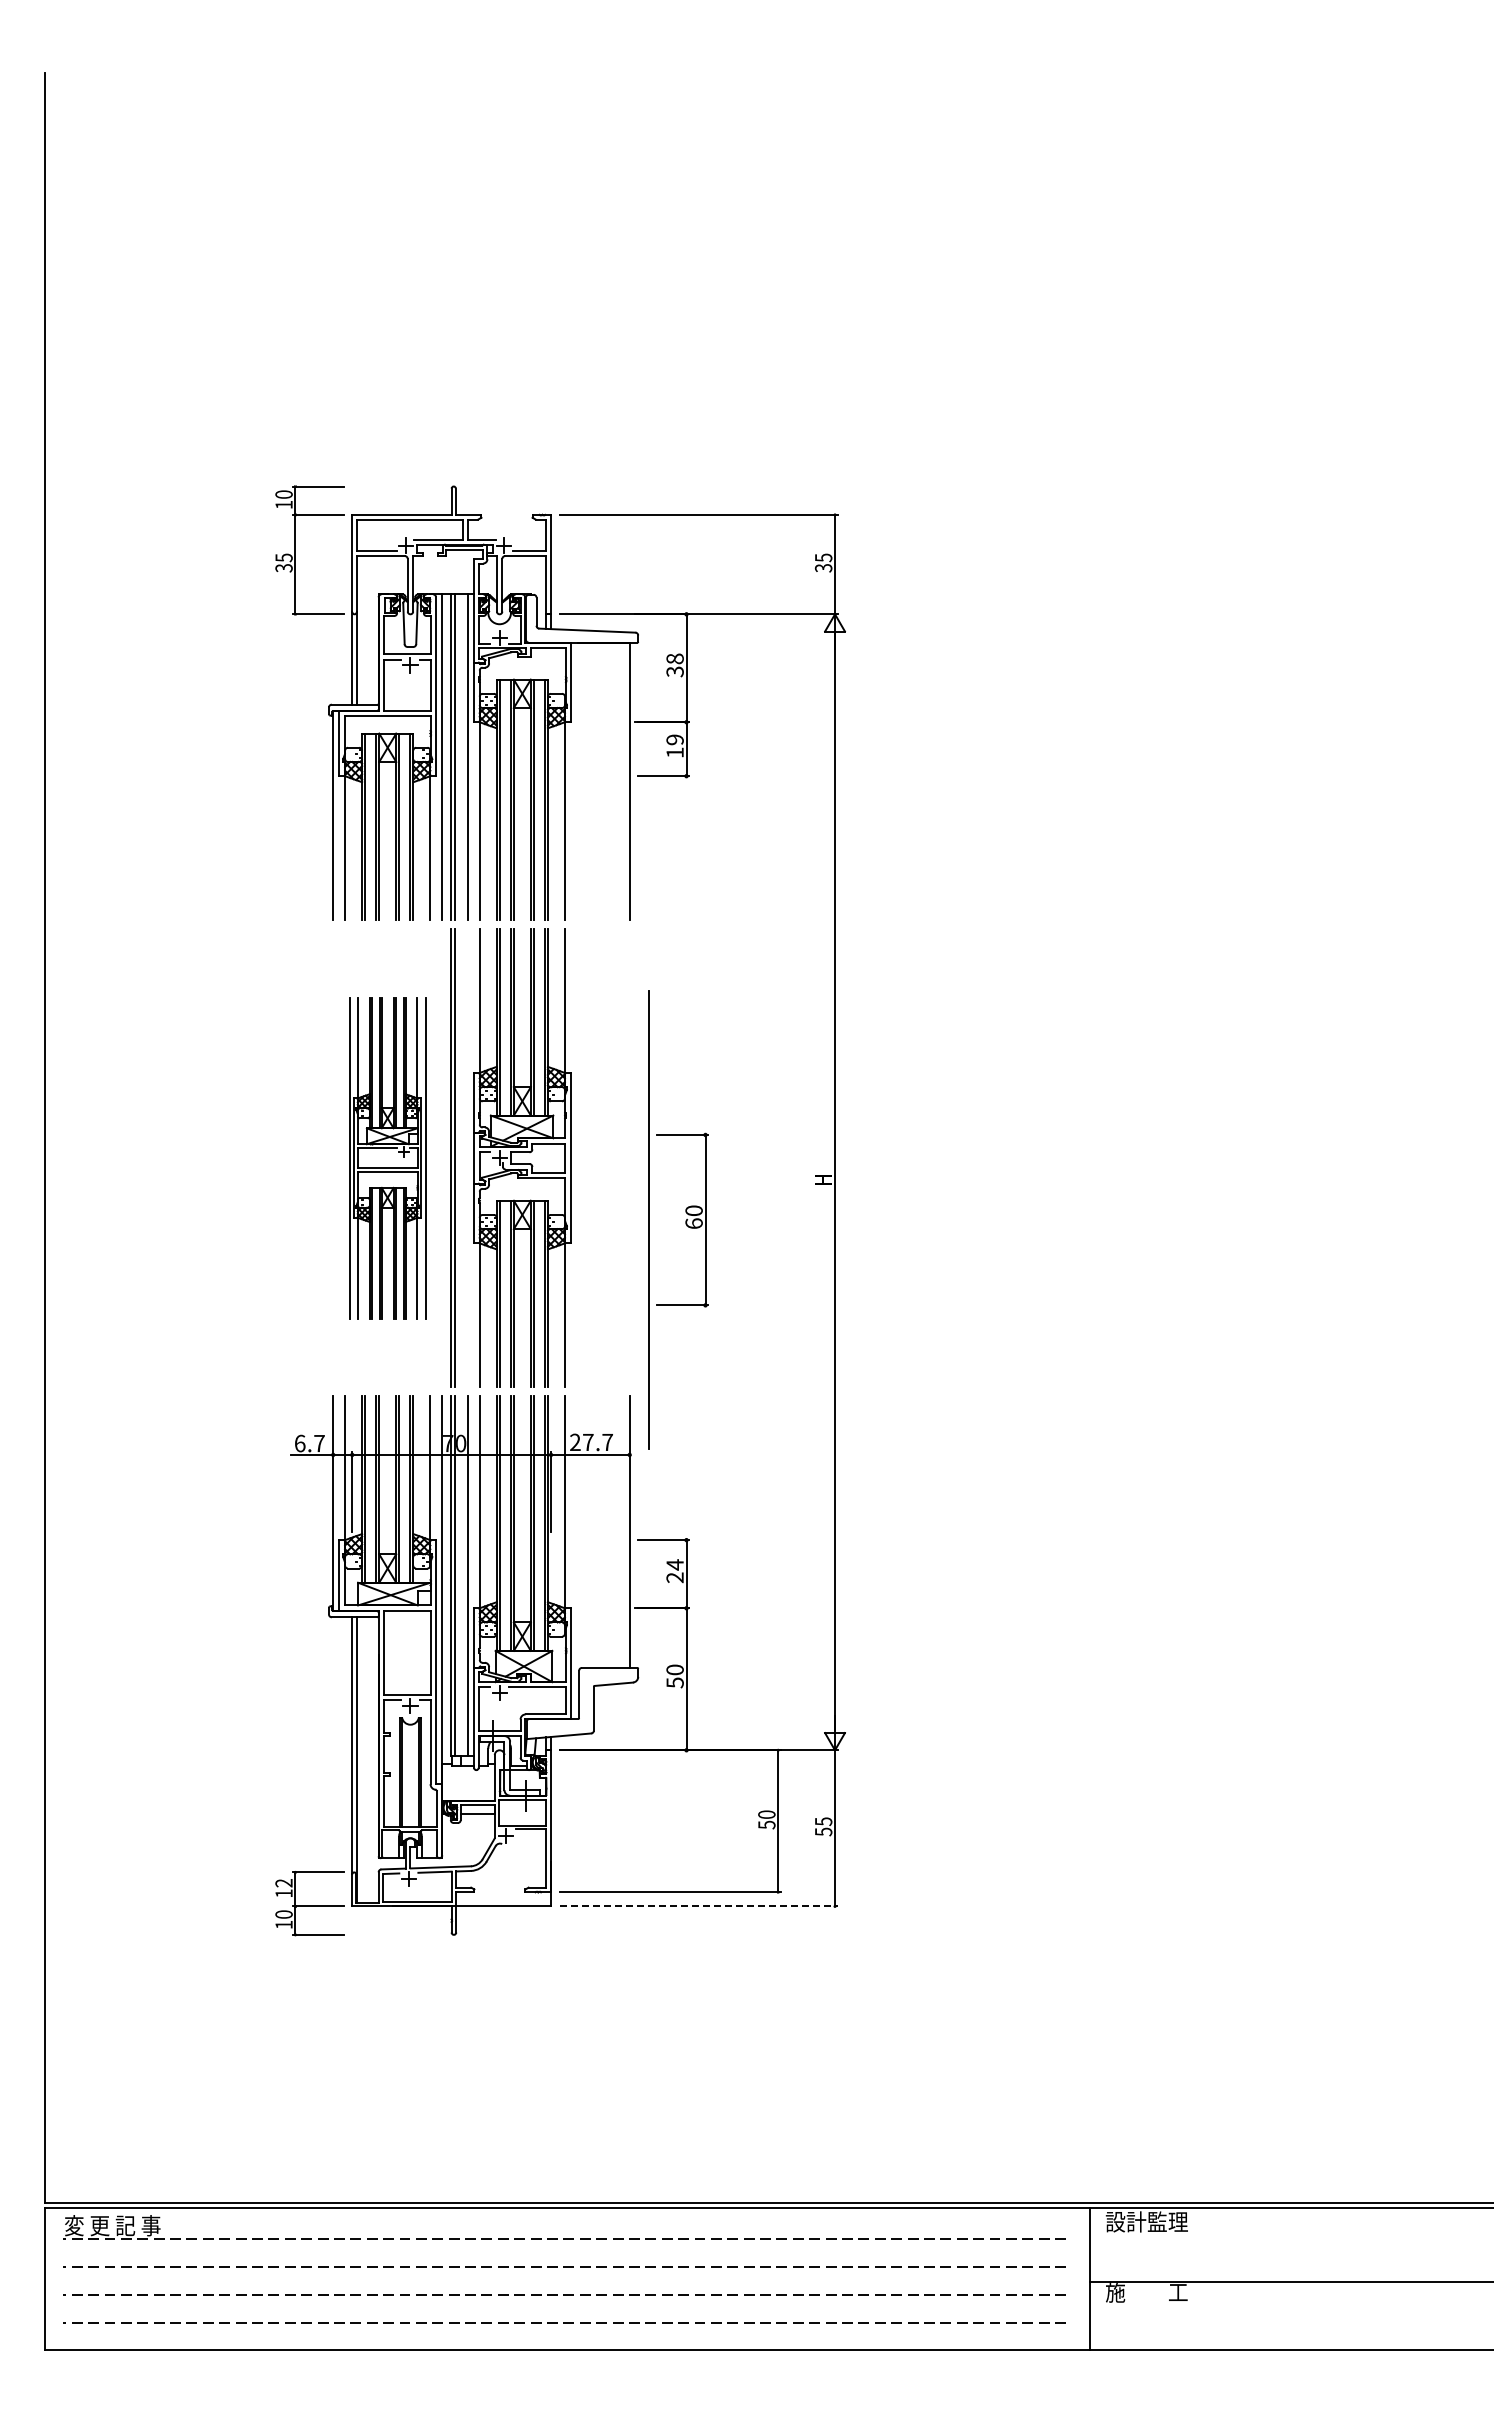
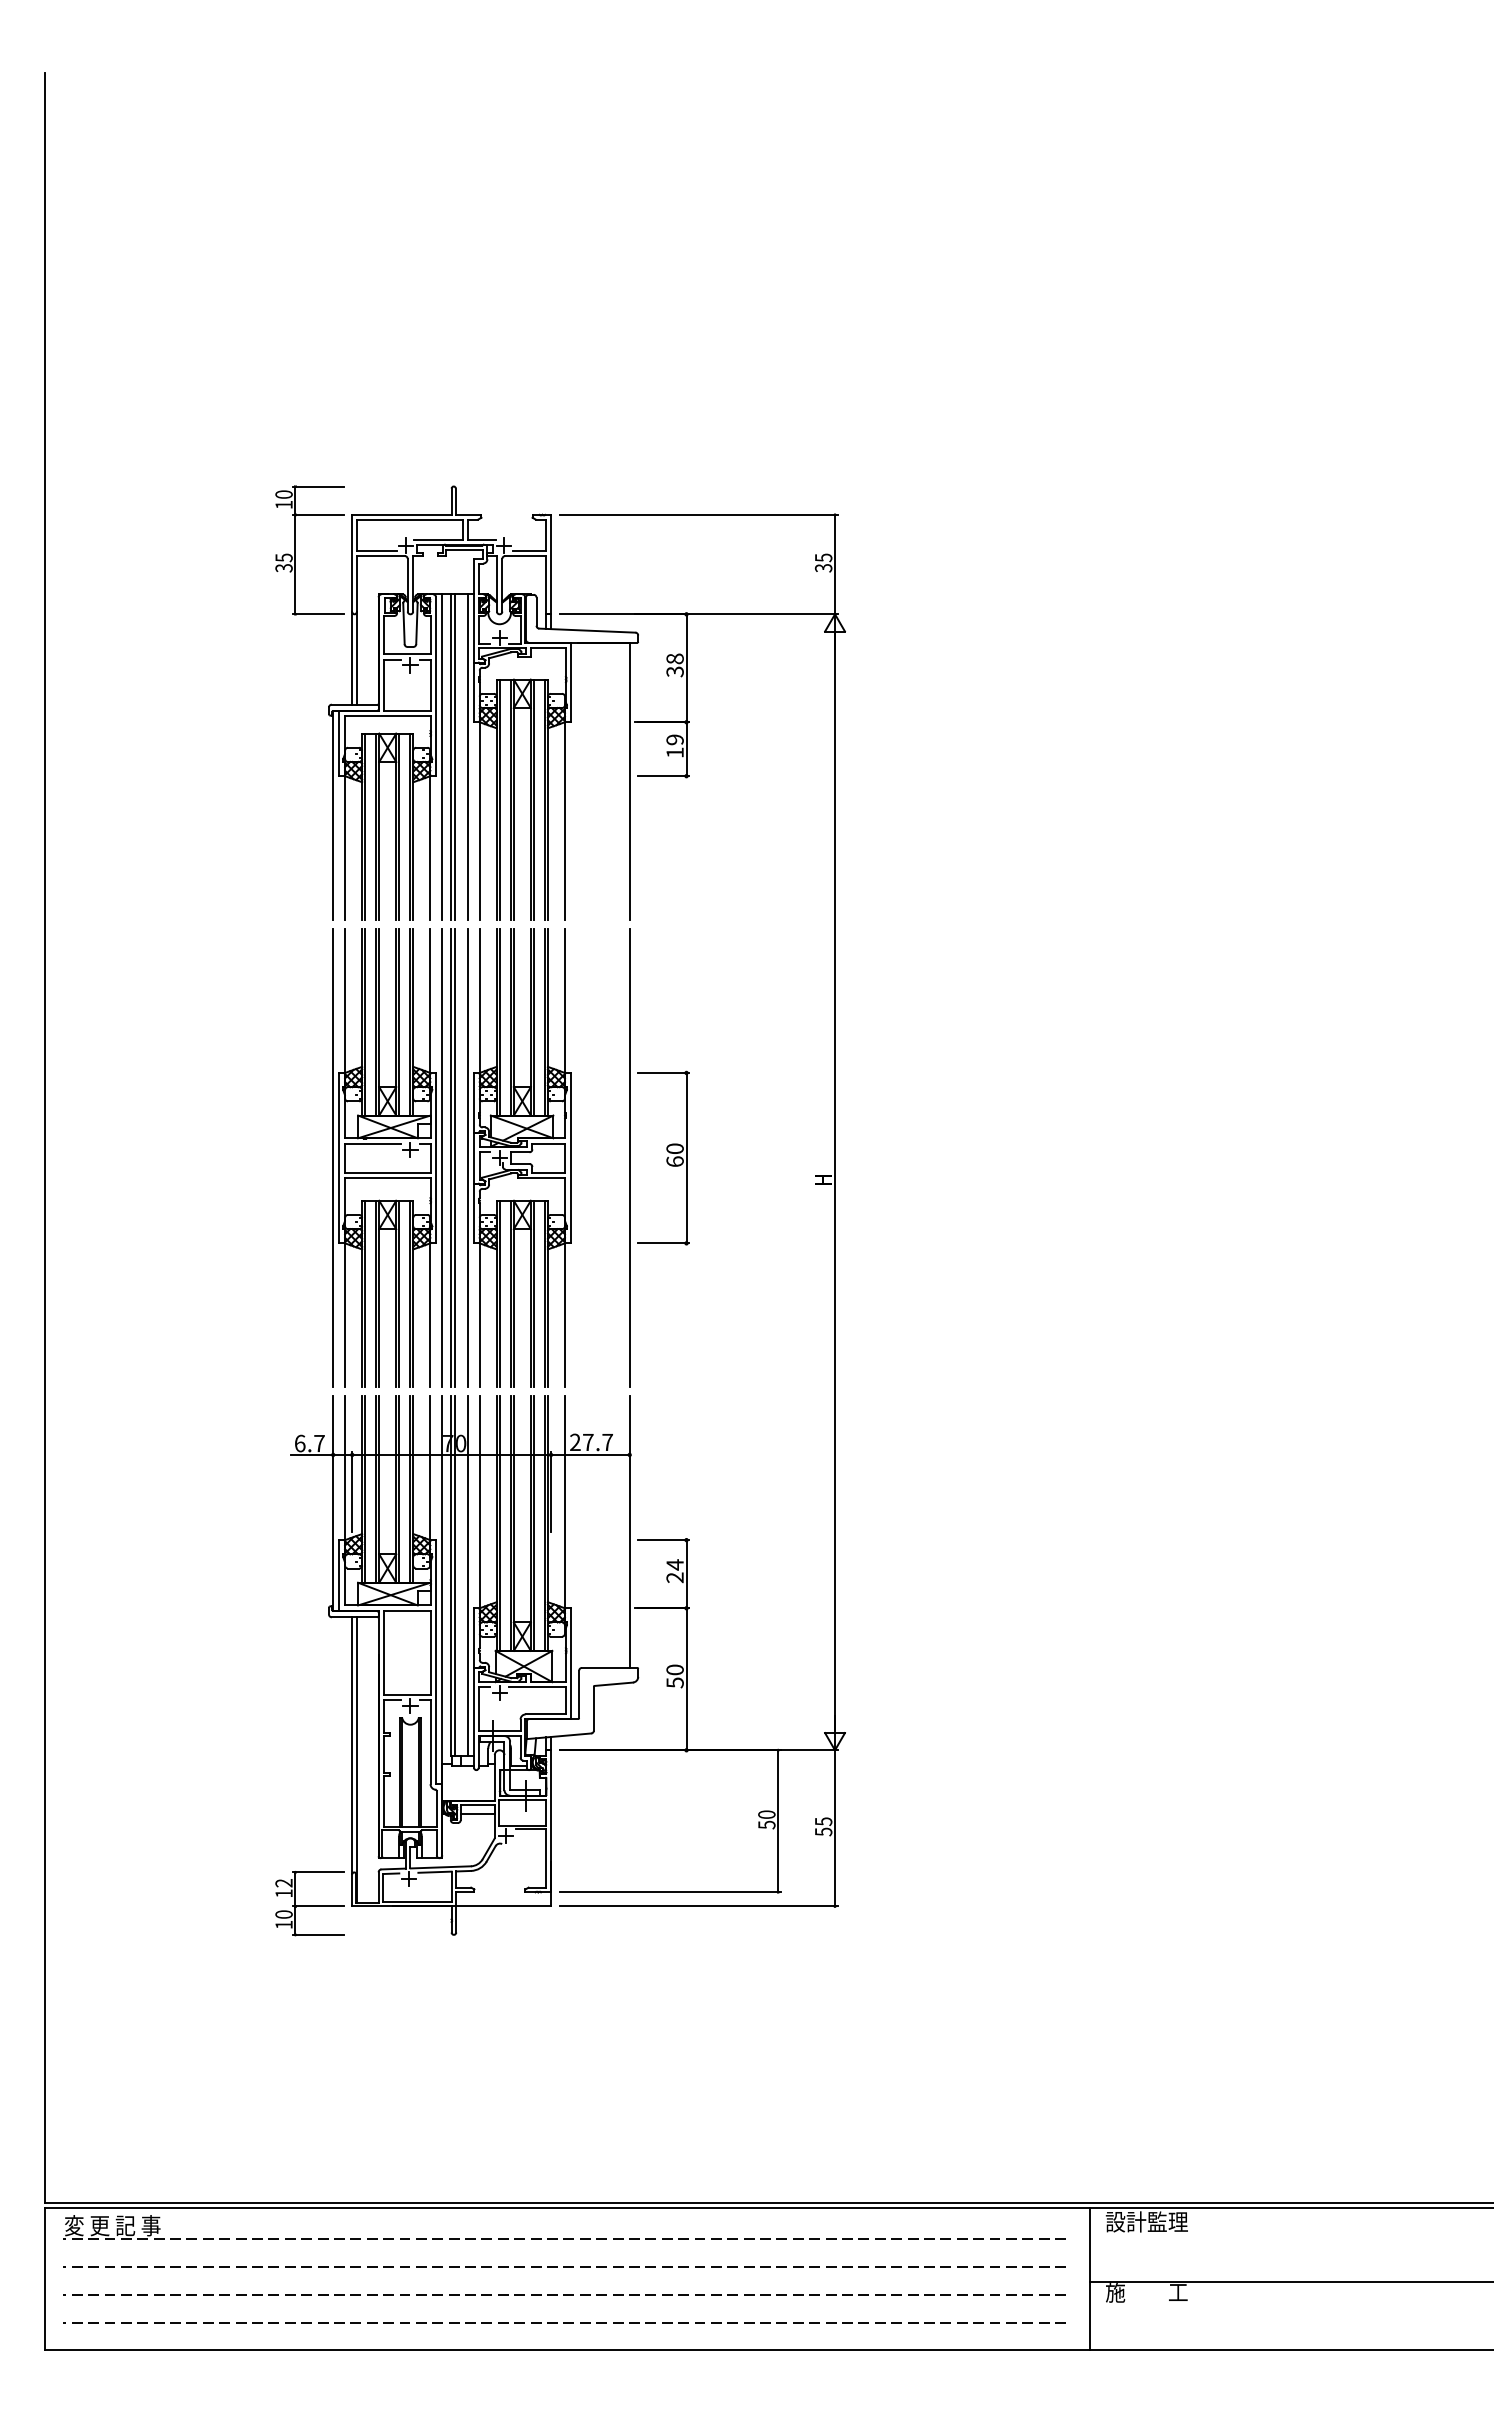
line at (467, 1157): none -> present
part at (387, 1158) size: 78x323 px -> 111x460 px
part at (685, 1220) position: (685, 1220) -> (666, 1158)
line at (699, 1906): dashed -> solid
